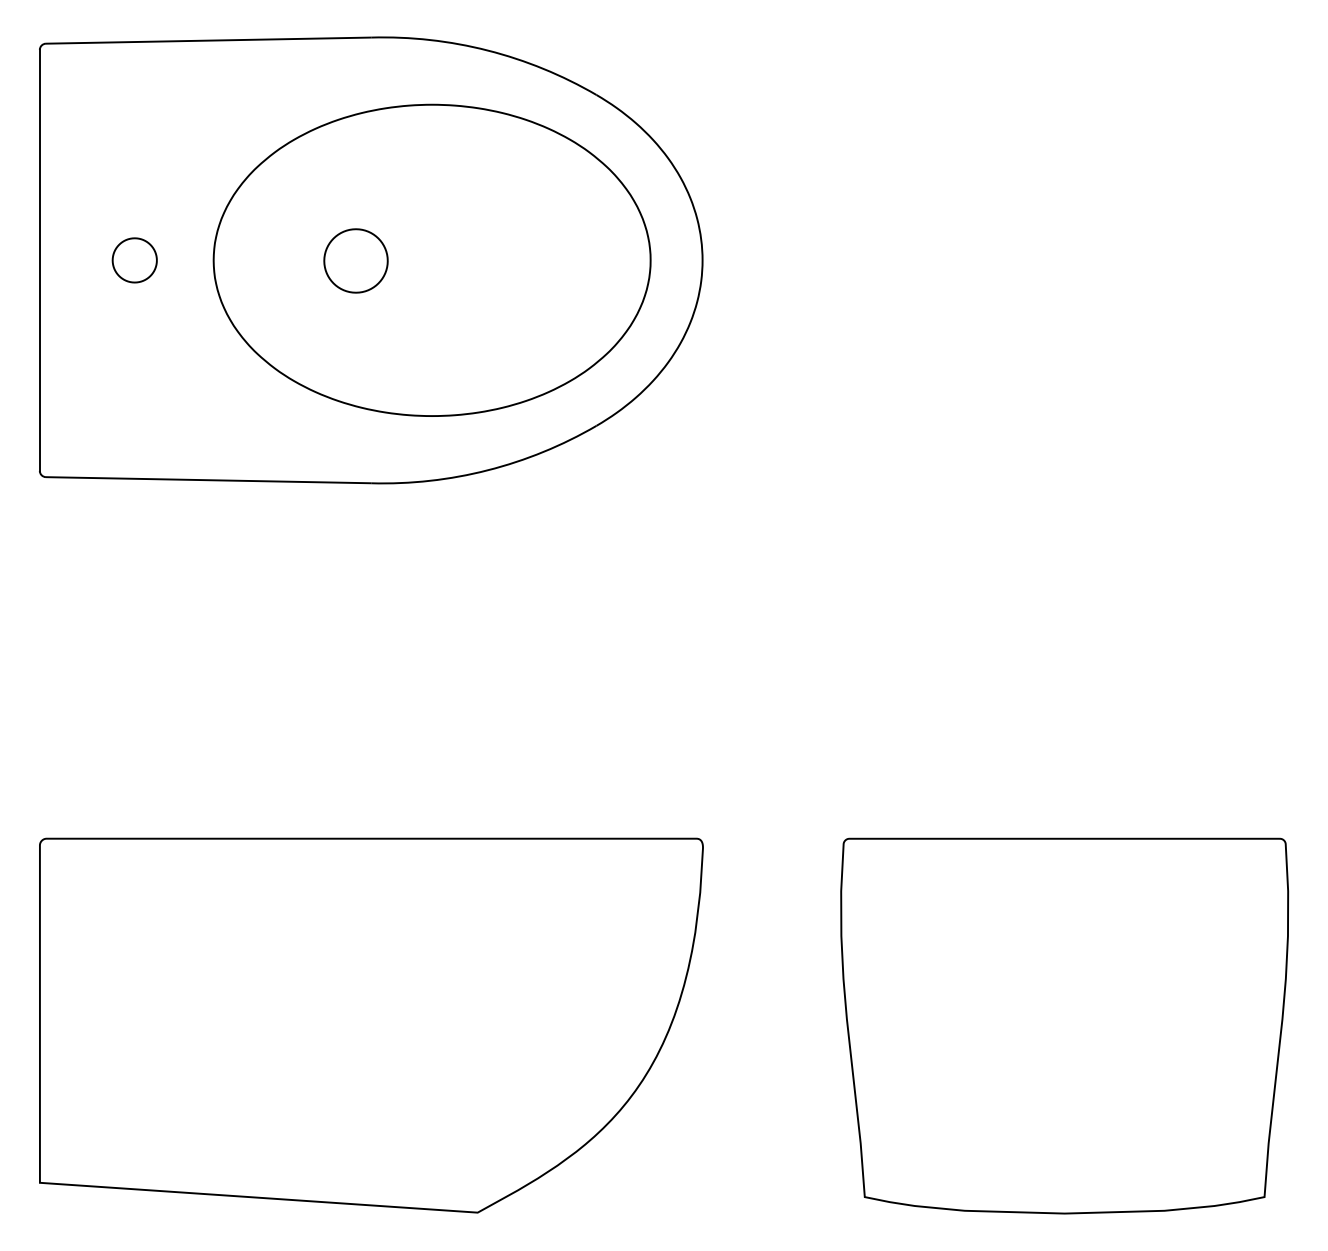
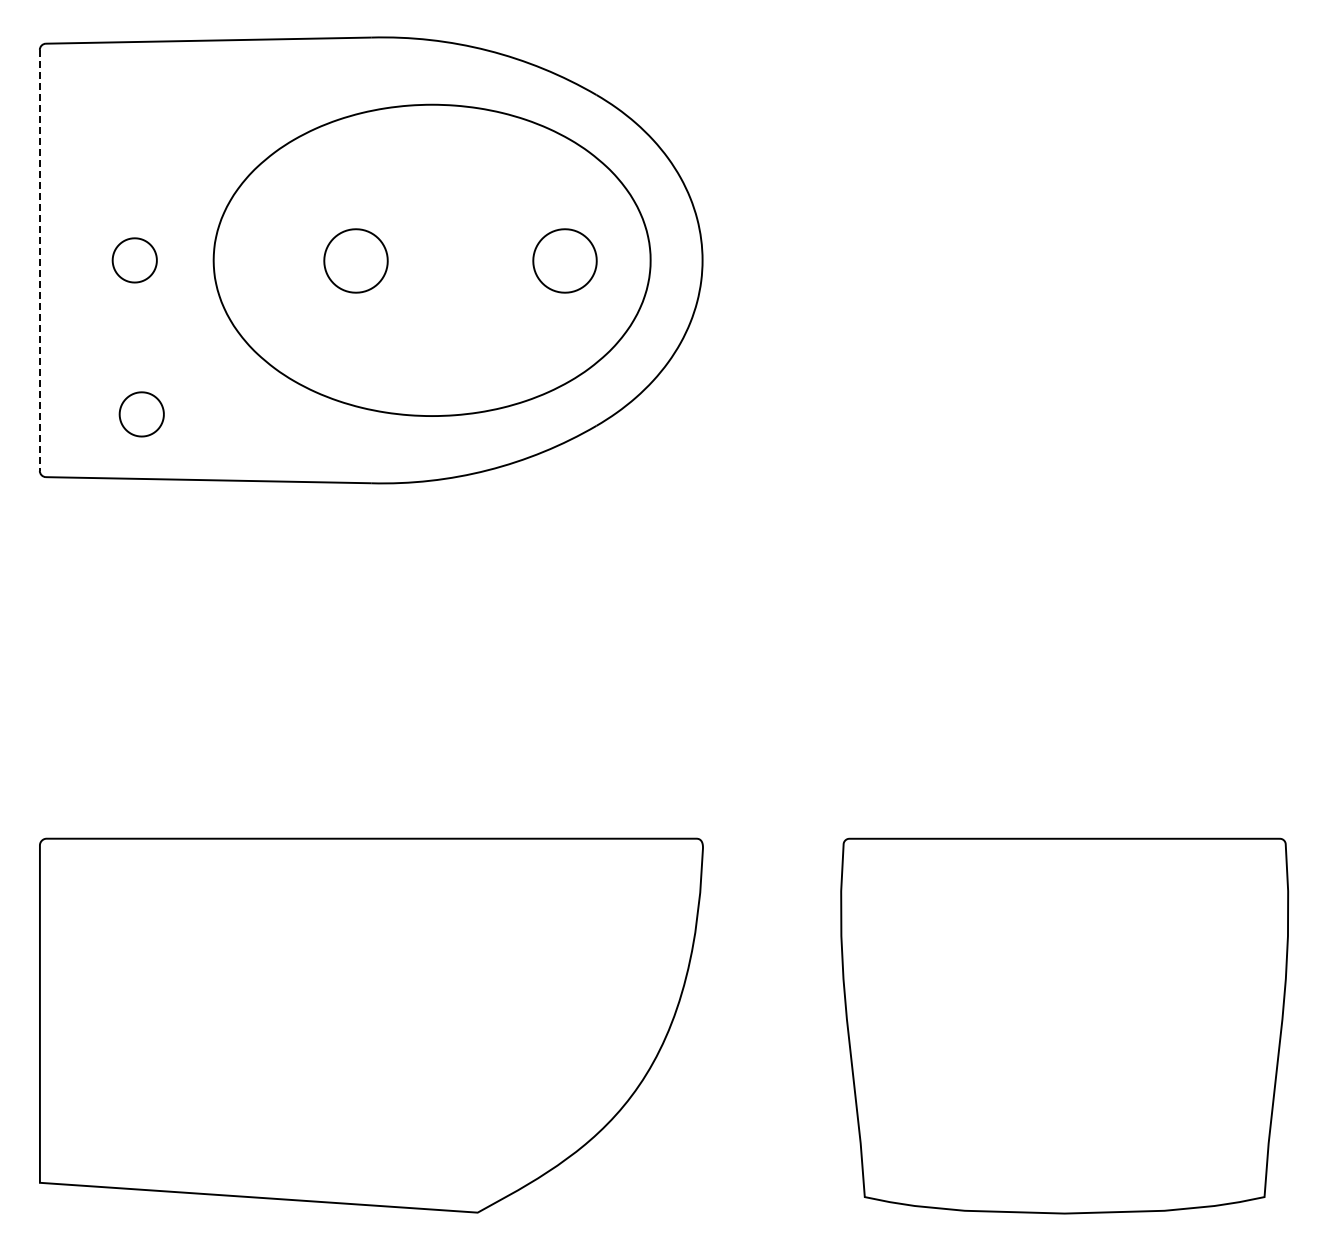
line at (39, 260): solid -> dashed
part at (564, 260): none -> present
part at (141, 414): none -> present
